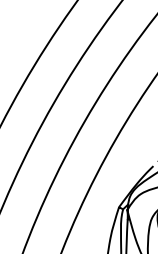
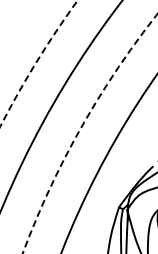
circle at (38, 63): solid -> dashed
circle at (89, 133): solid -> dashed
